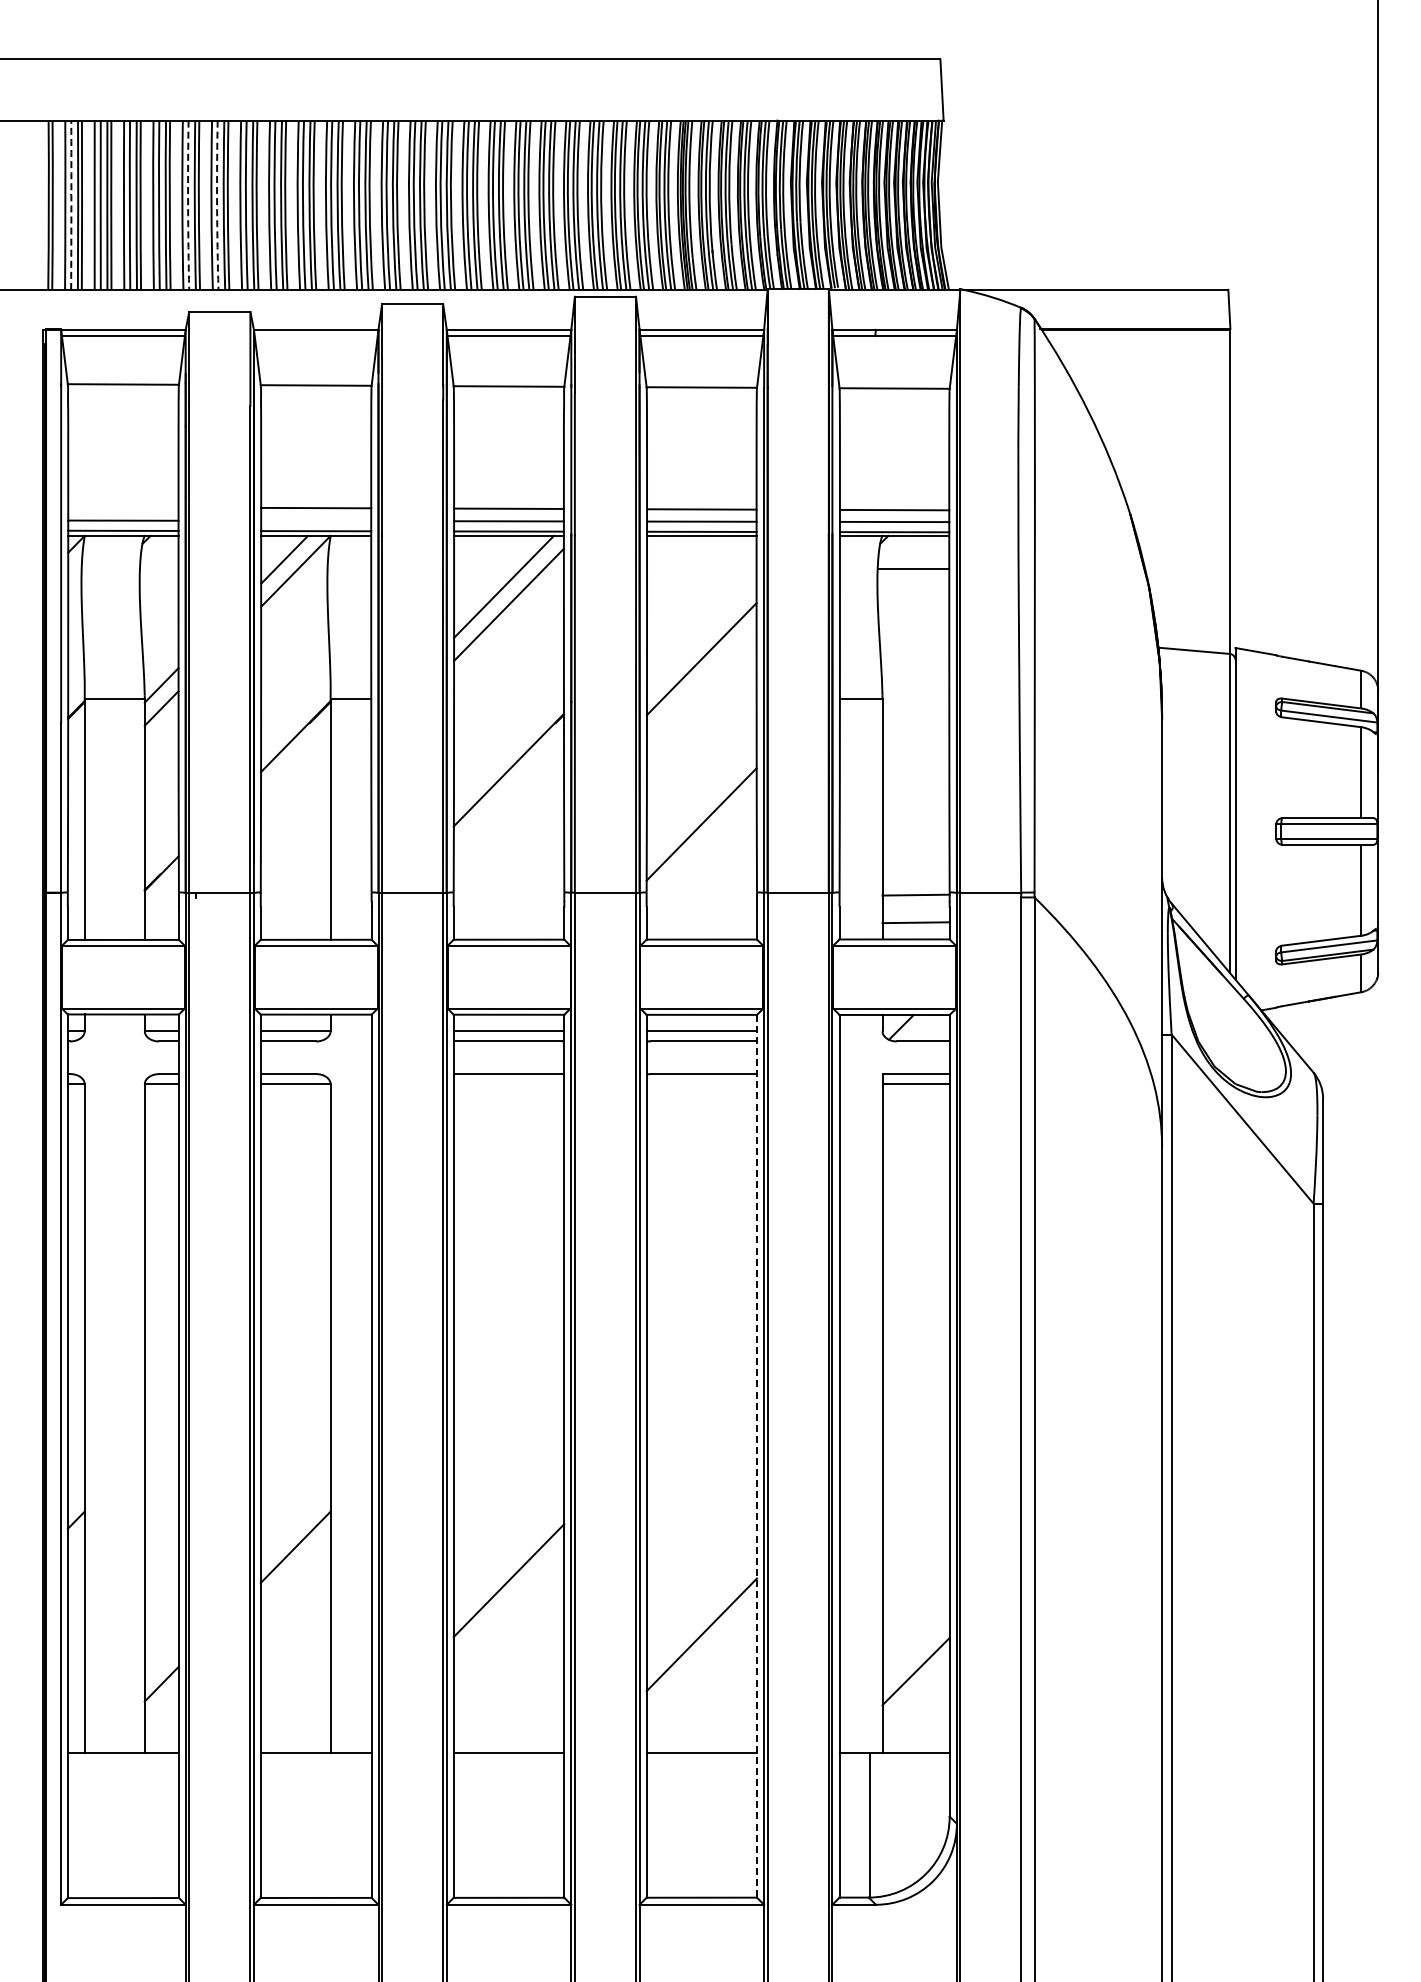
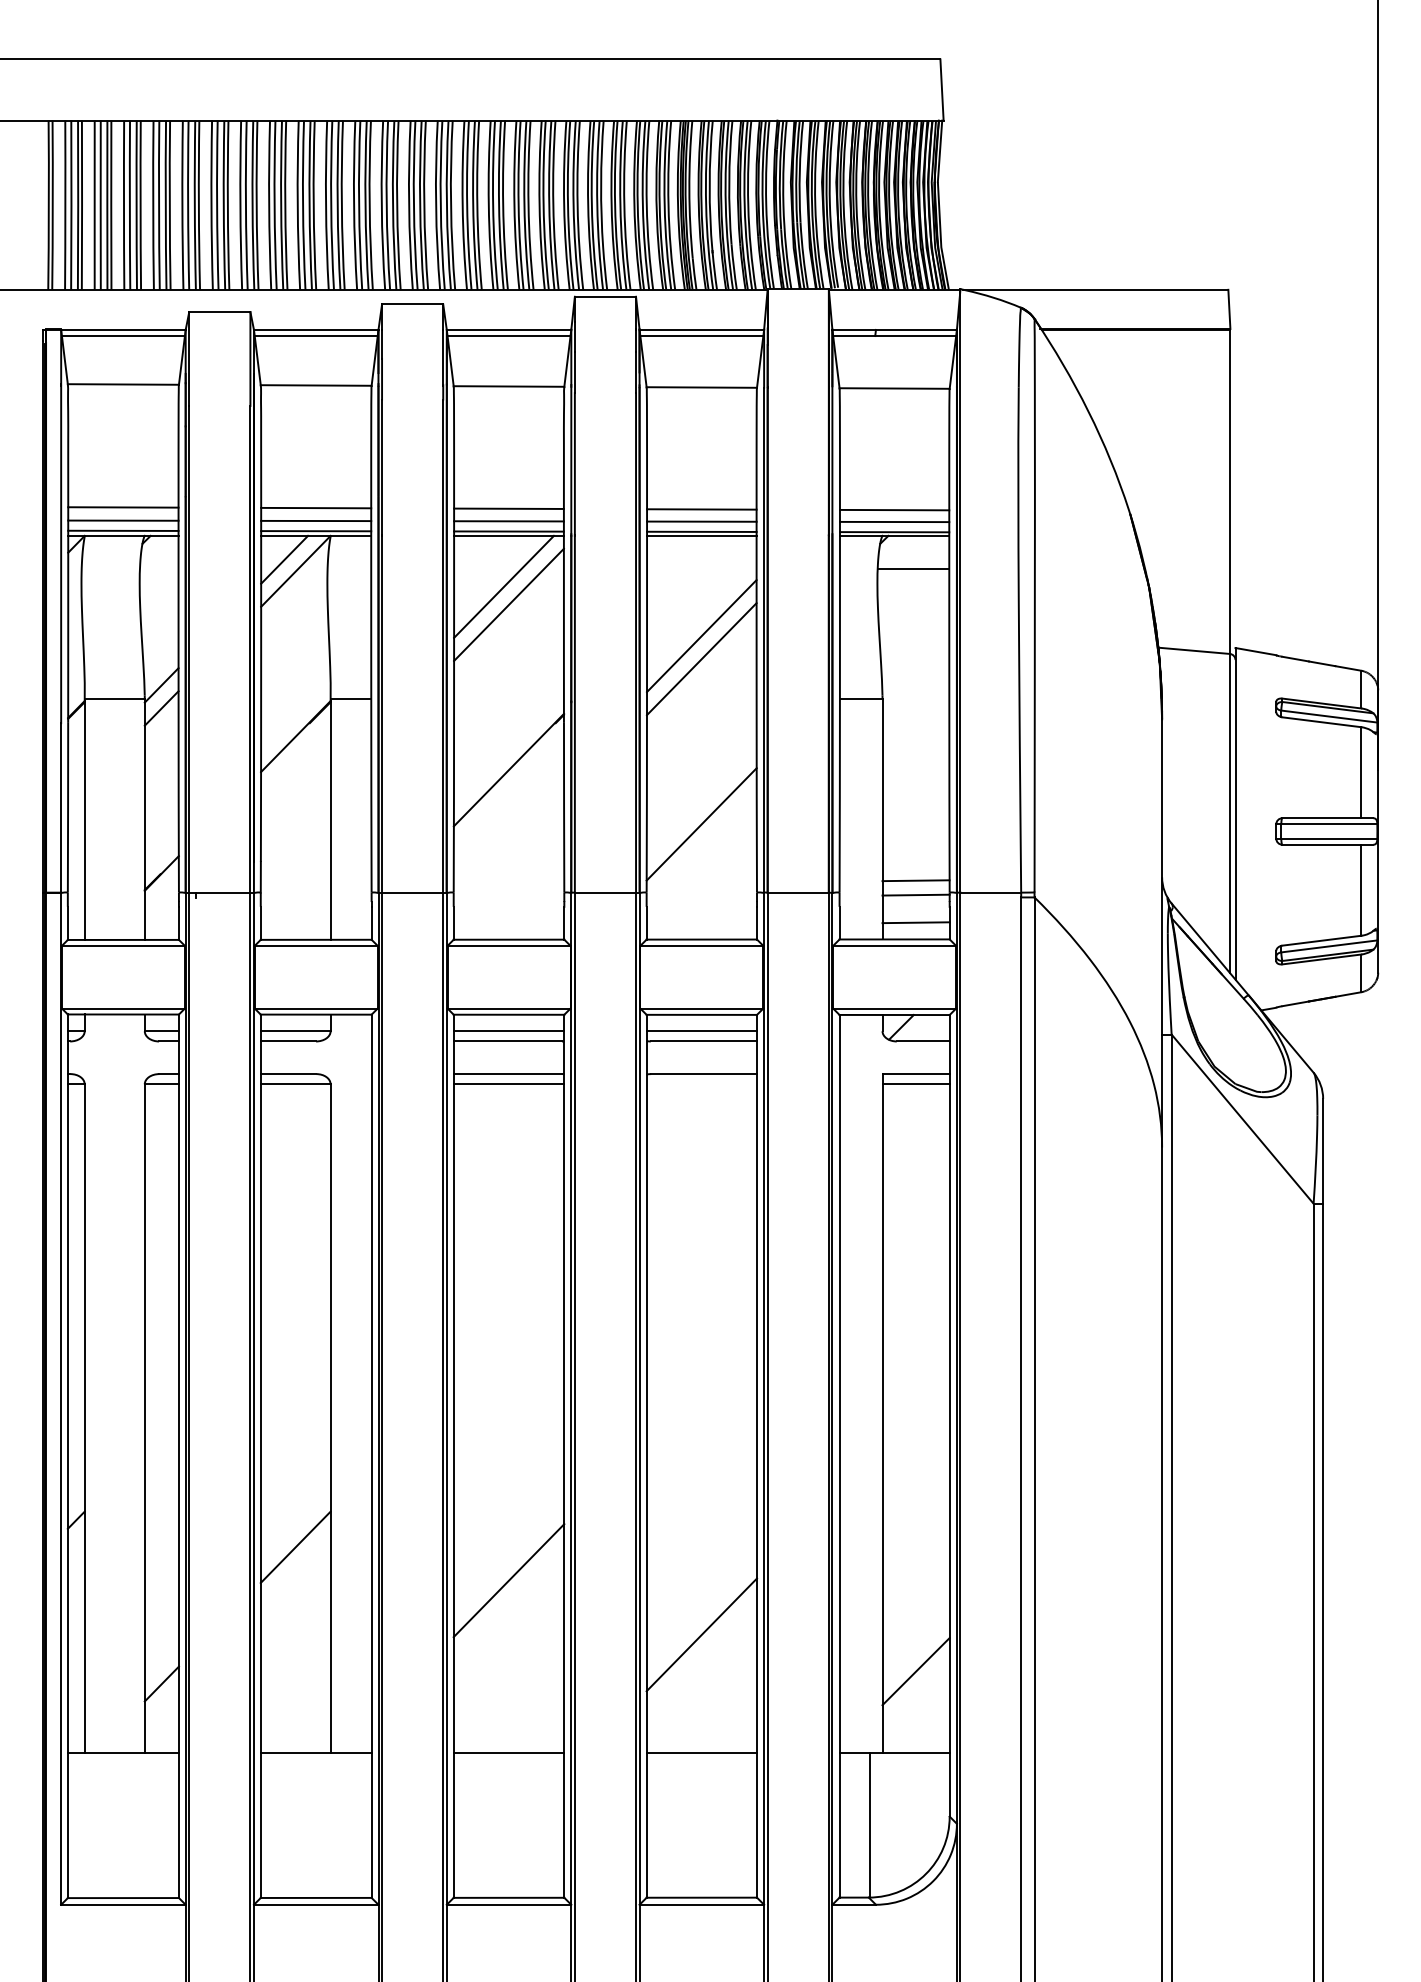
arc at (71, 205): dashed -> solid
arc at (188, 205): dashed -> solid
arc at (217, 205): dashed -> solid
line at (315, 336): none -> present
line at (123, 507): none -> present
line at (316, 520): none -> present
line at (701, 636): none -> present
line at (915, 880): none -> present
line at (508, 1084): none -> present
line at (757, 1456): dashed -> solid
